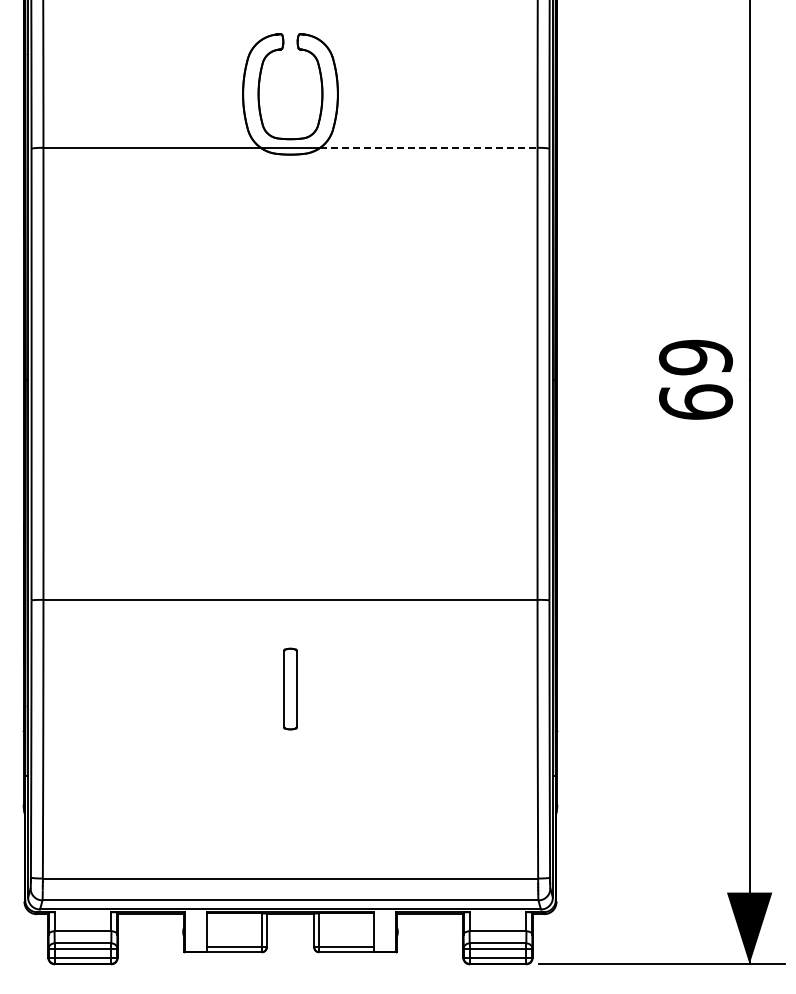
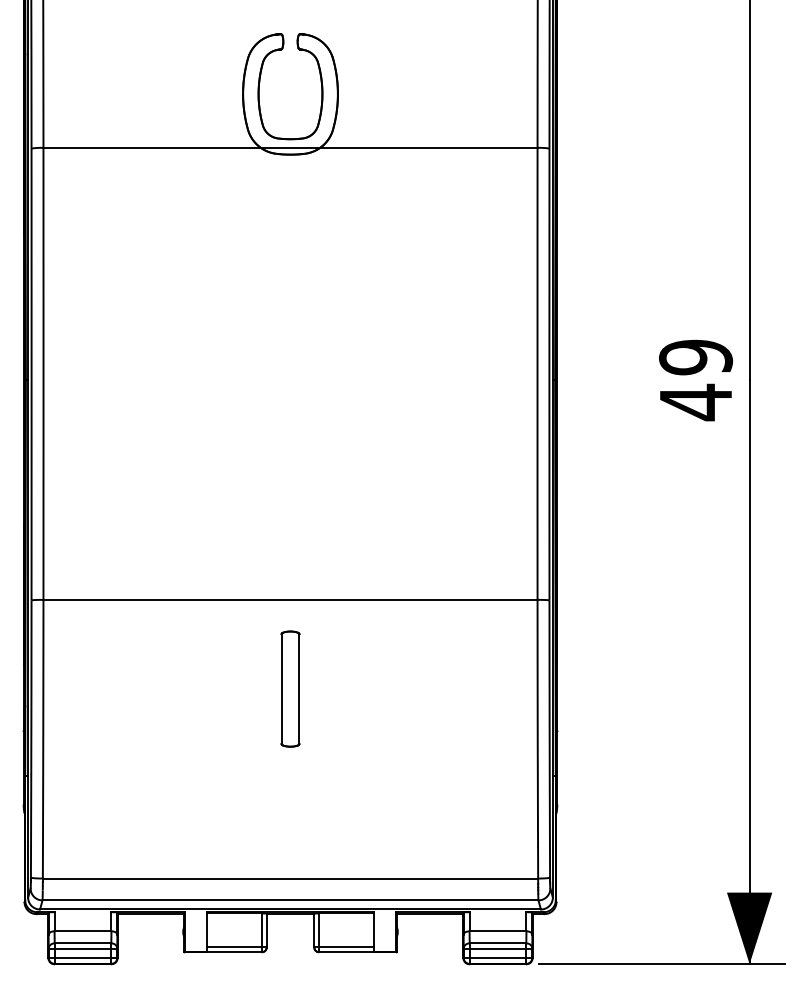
line at (428, 147): dashed -> solid
text at (696, 402): 69 -> 49
part at (290, 688) size: 15x84 px -> 21x118 px
